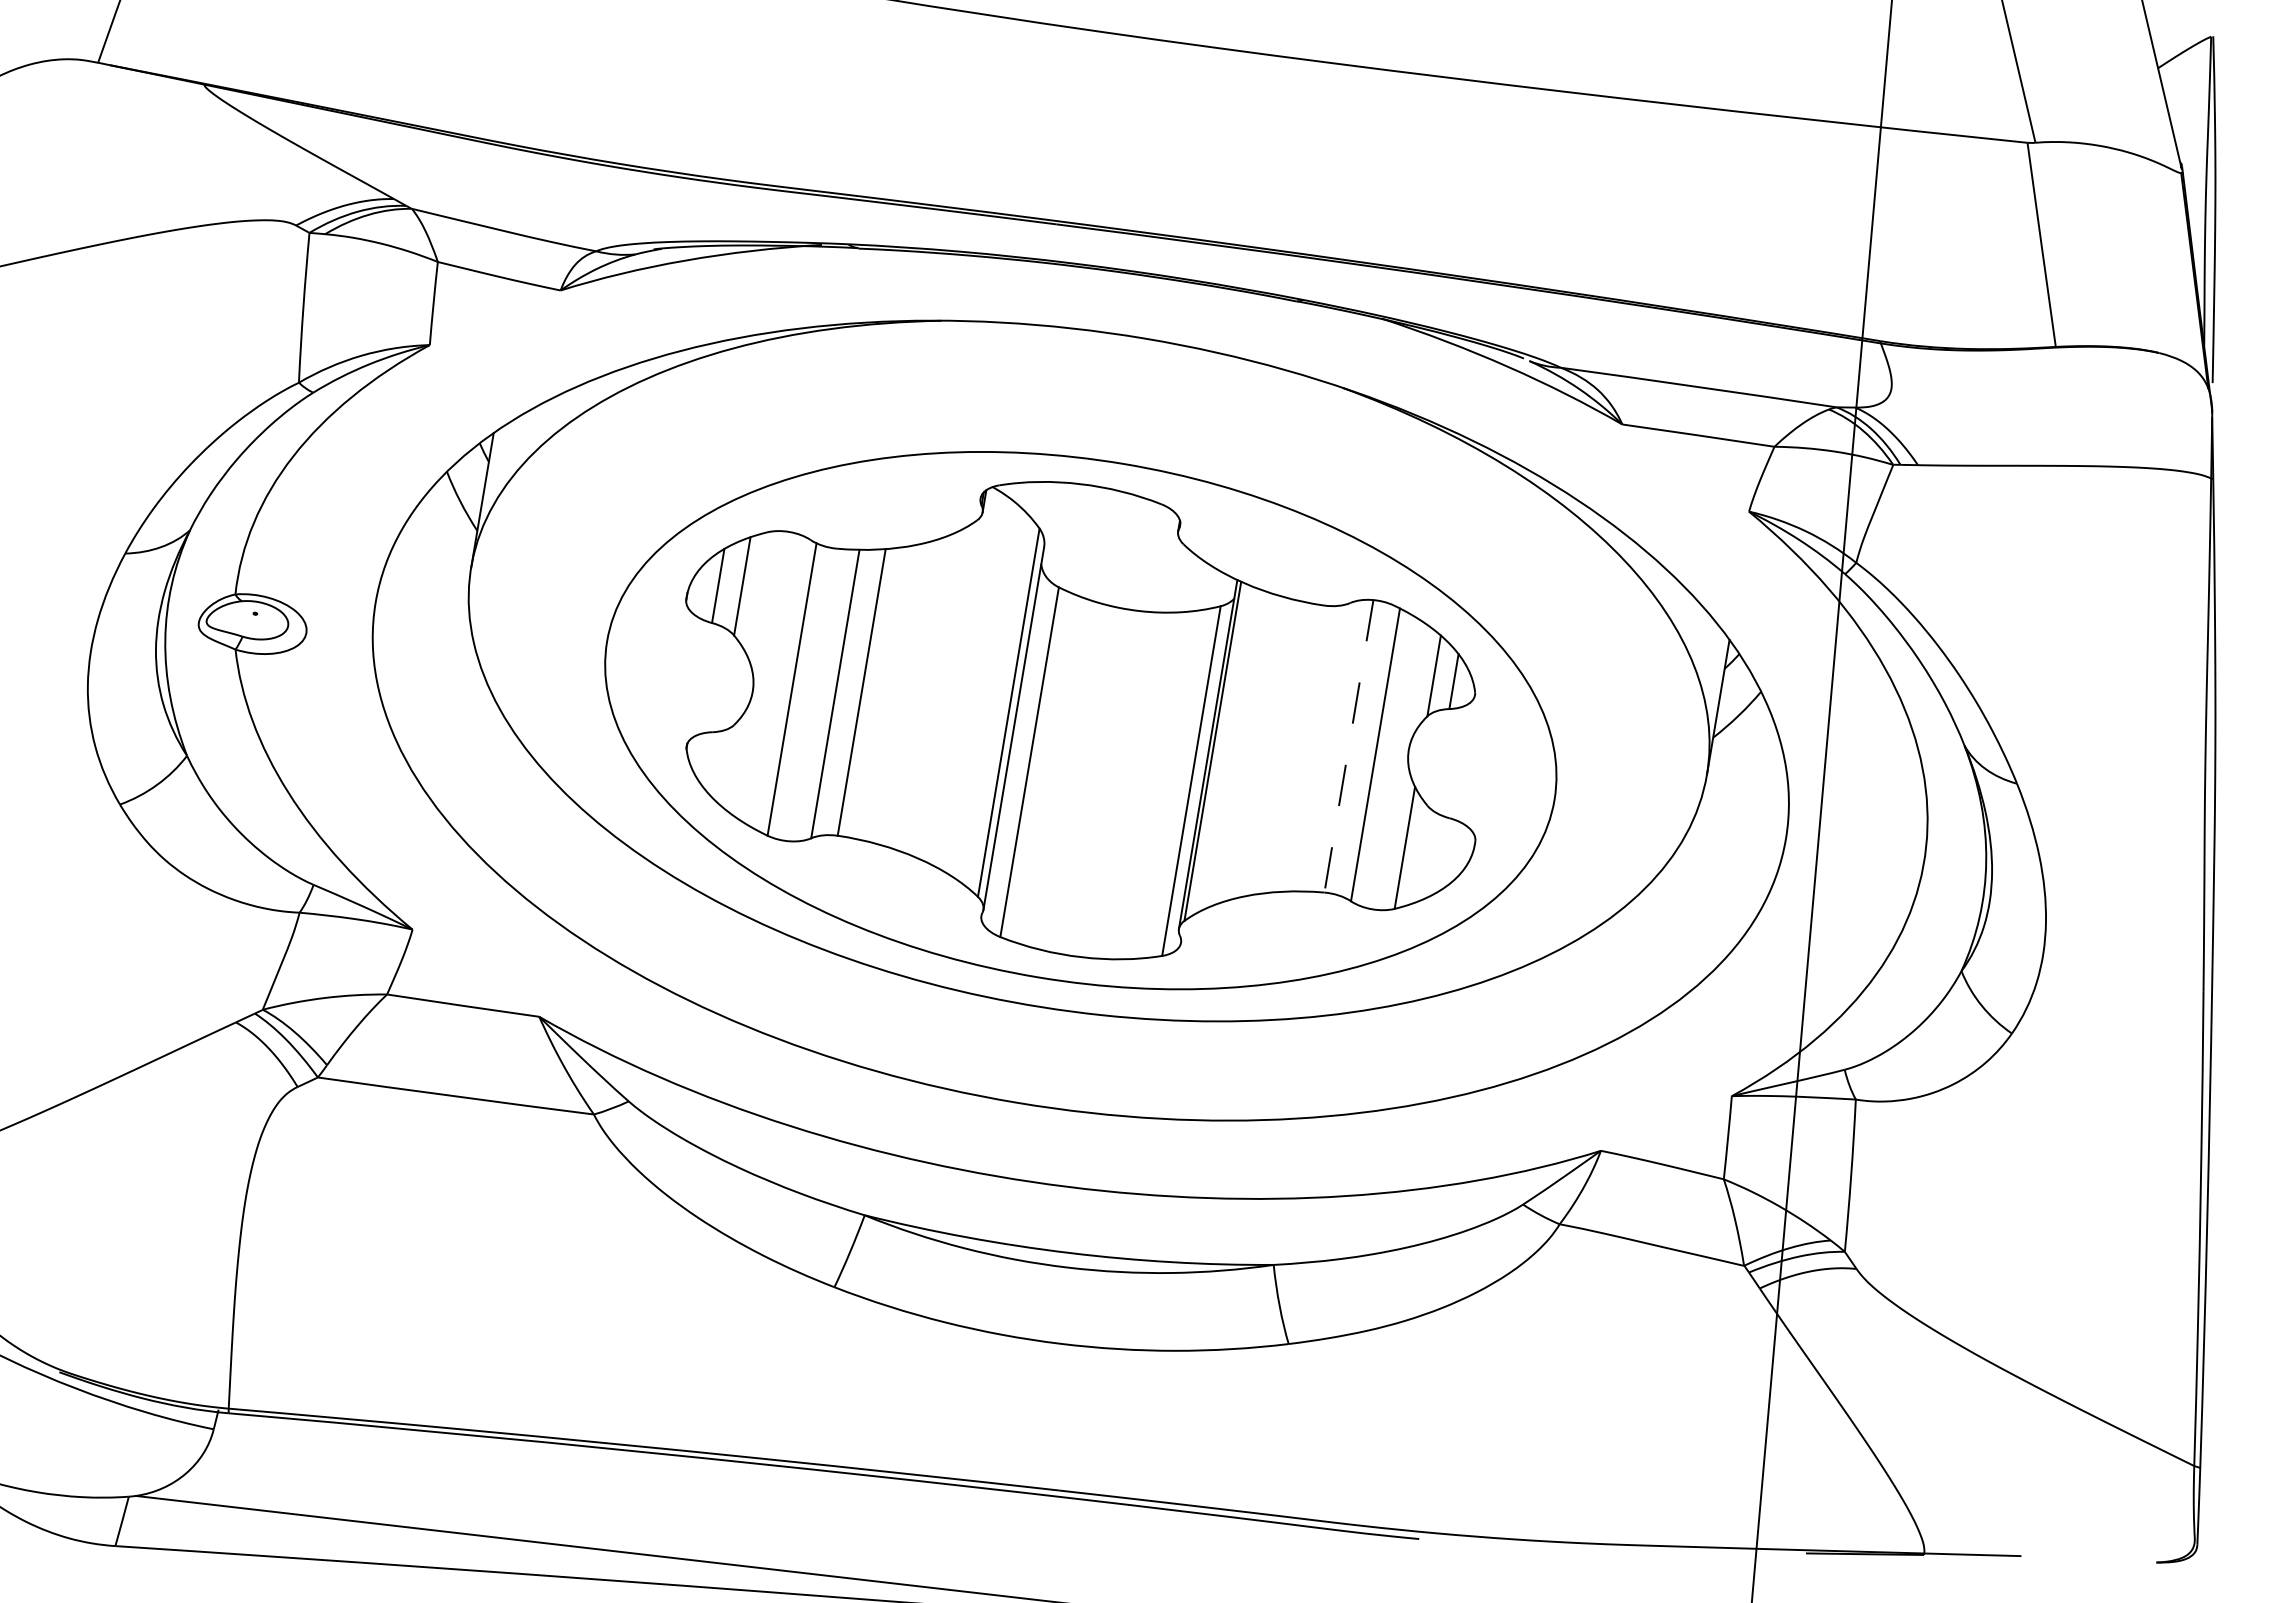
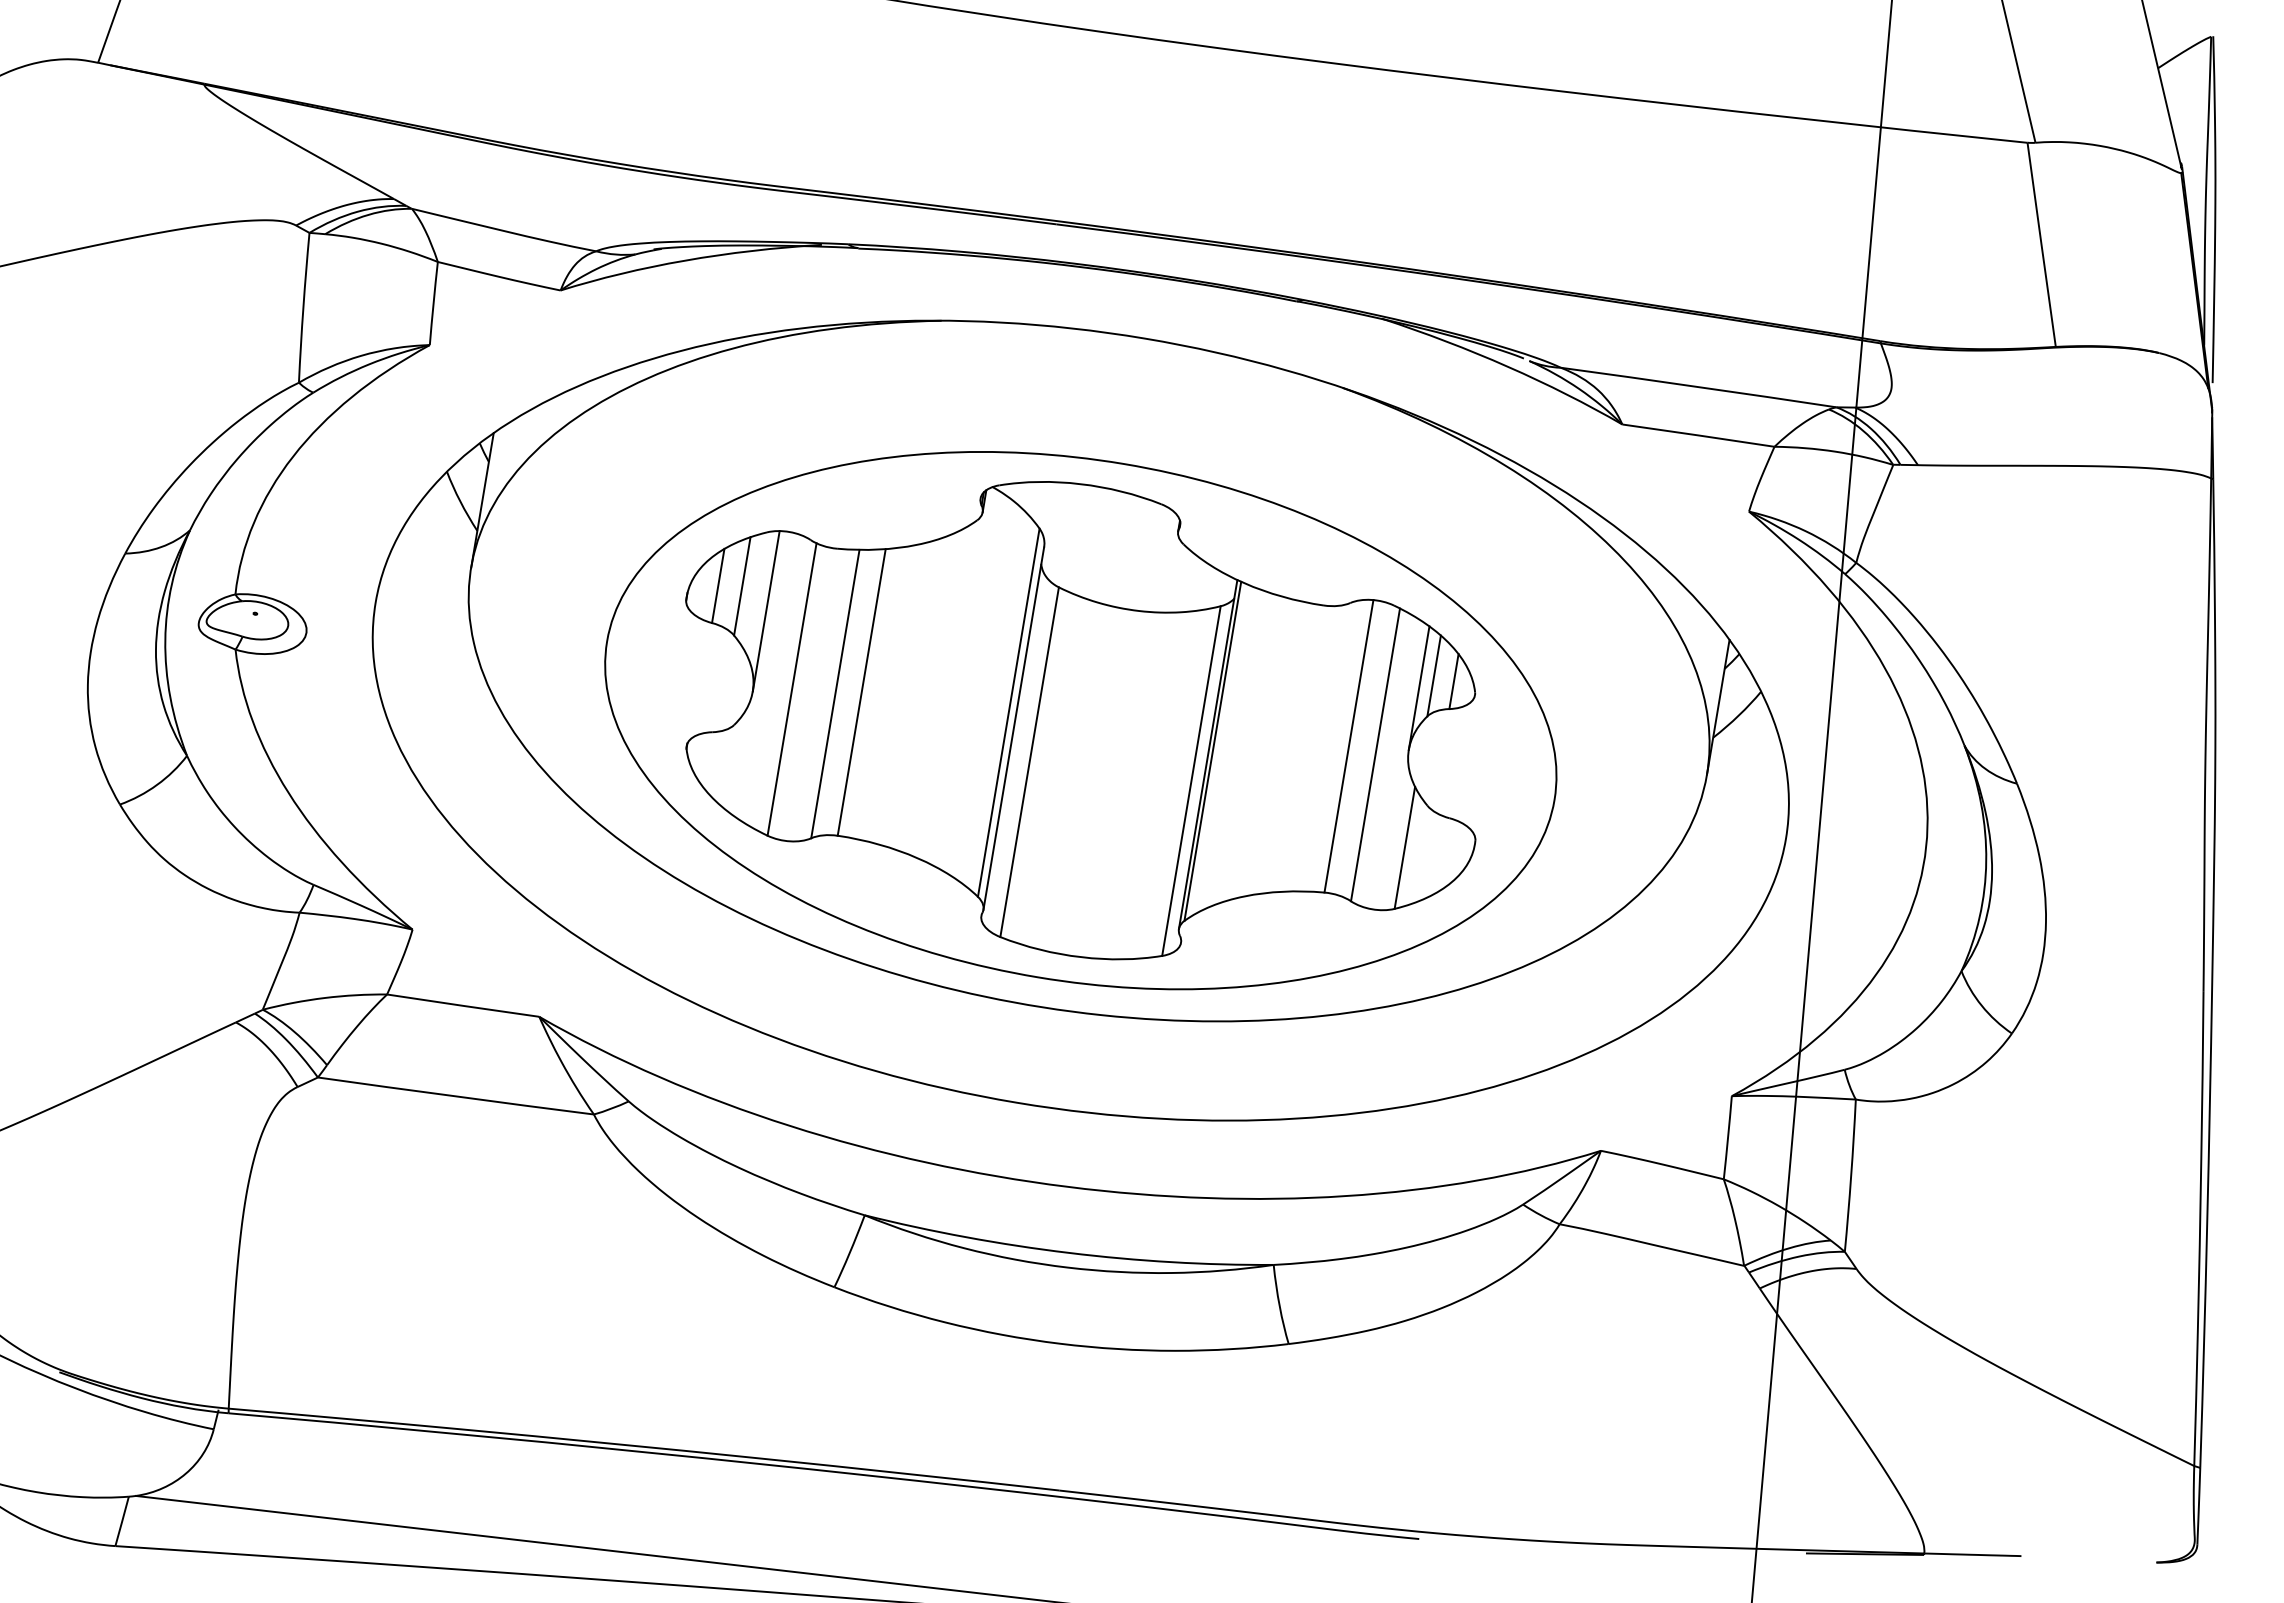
line at (765, 611): none -> present
line at (1418, 687): none -> present
line at (1348, 746): dashed -> solid
